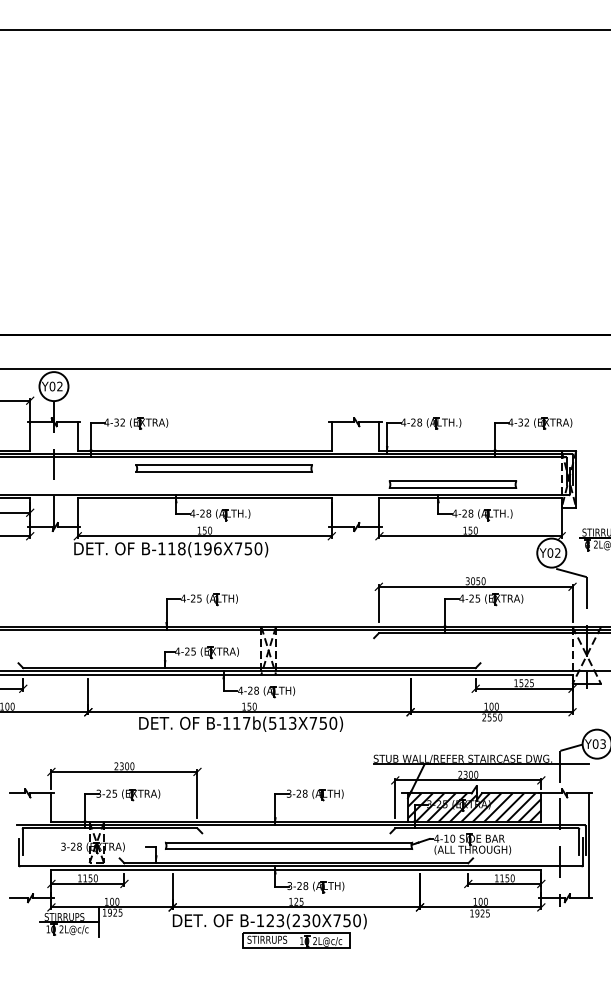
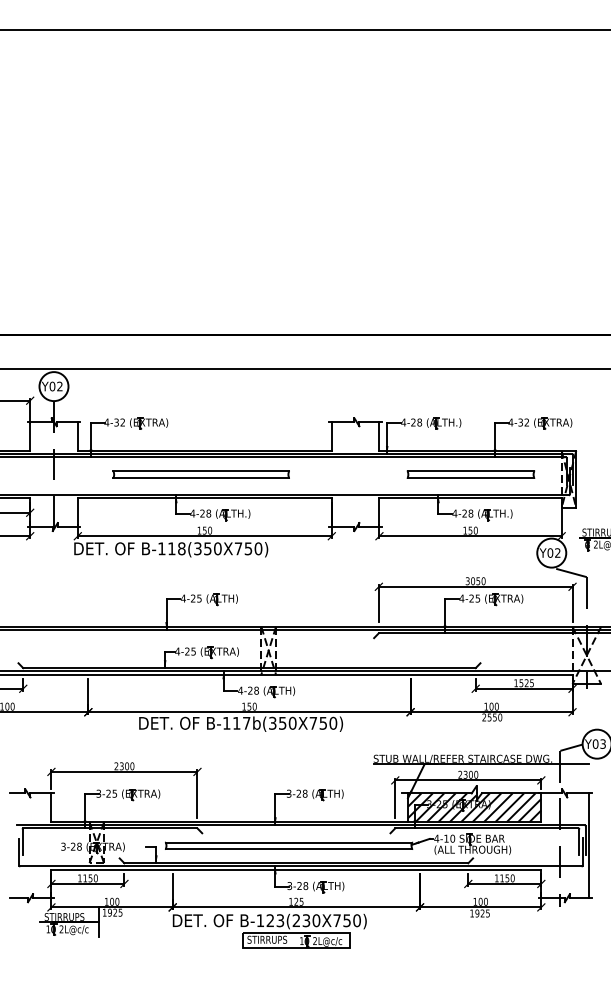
part at (223, 468) position: (223, 468) -> (200, 474)
part at (452, 484) position: (452, 484) -> (470, 474)
text at (207, 548): B-118(196X750) -> B-118(350X750)
text at (282, 722): B-117b(513X750) -> B-117b(350X750)
